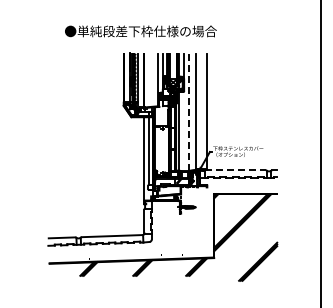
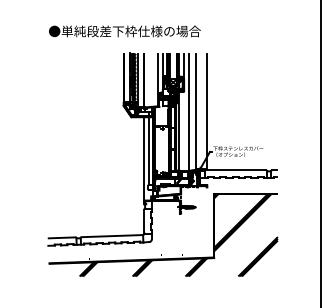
text at (140, 31) position: (140, 31) -> (124, 31)
line at (189, 112): dashed -> solid
line at (236, 170): dashed -> solid
line at (258, 261) position: (258, 261) -> (258, 256)
